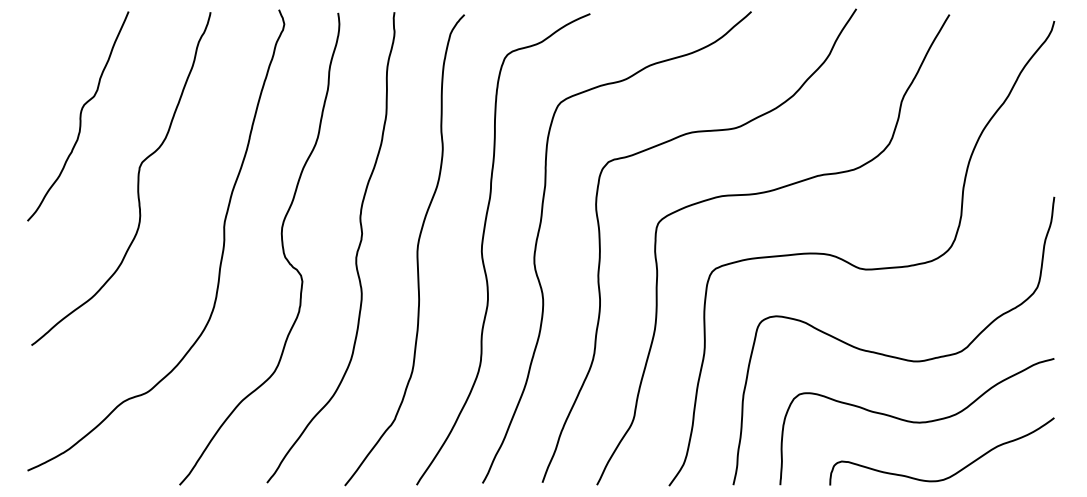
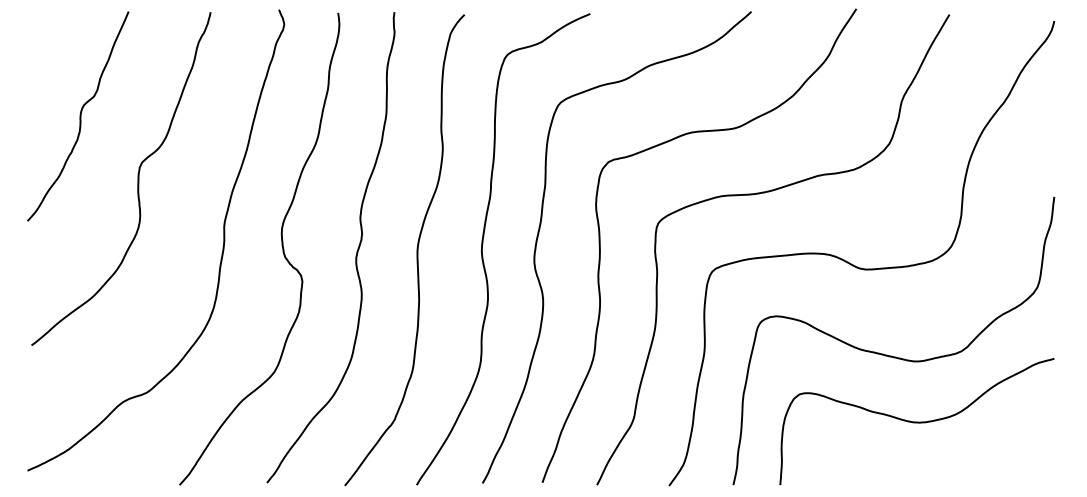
curve at (955, 472): present -> none
